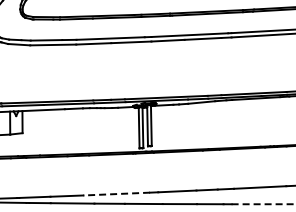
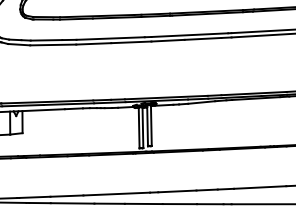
line at (116, 194): dashed -> solid
line at (263, 204): dashed -> solid
